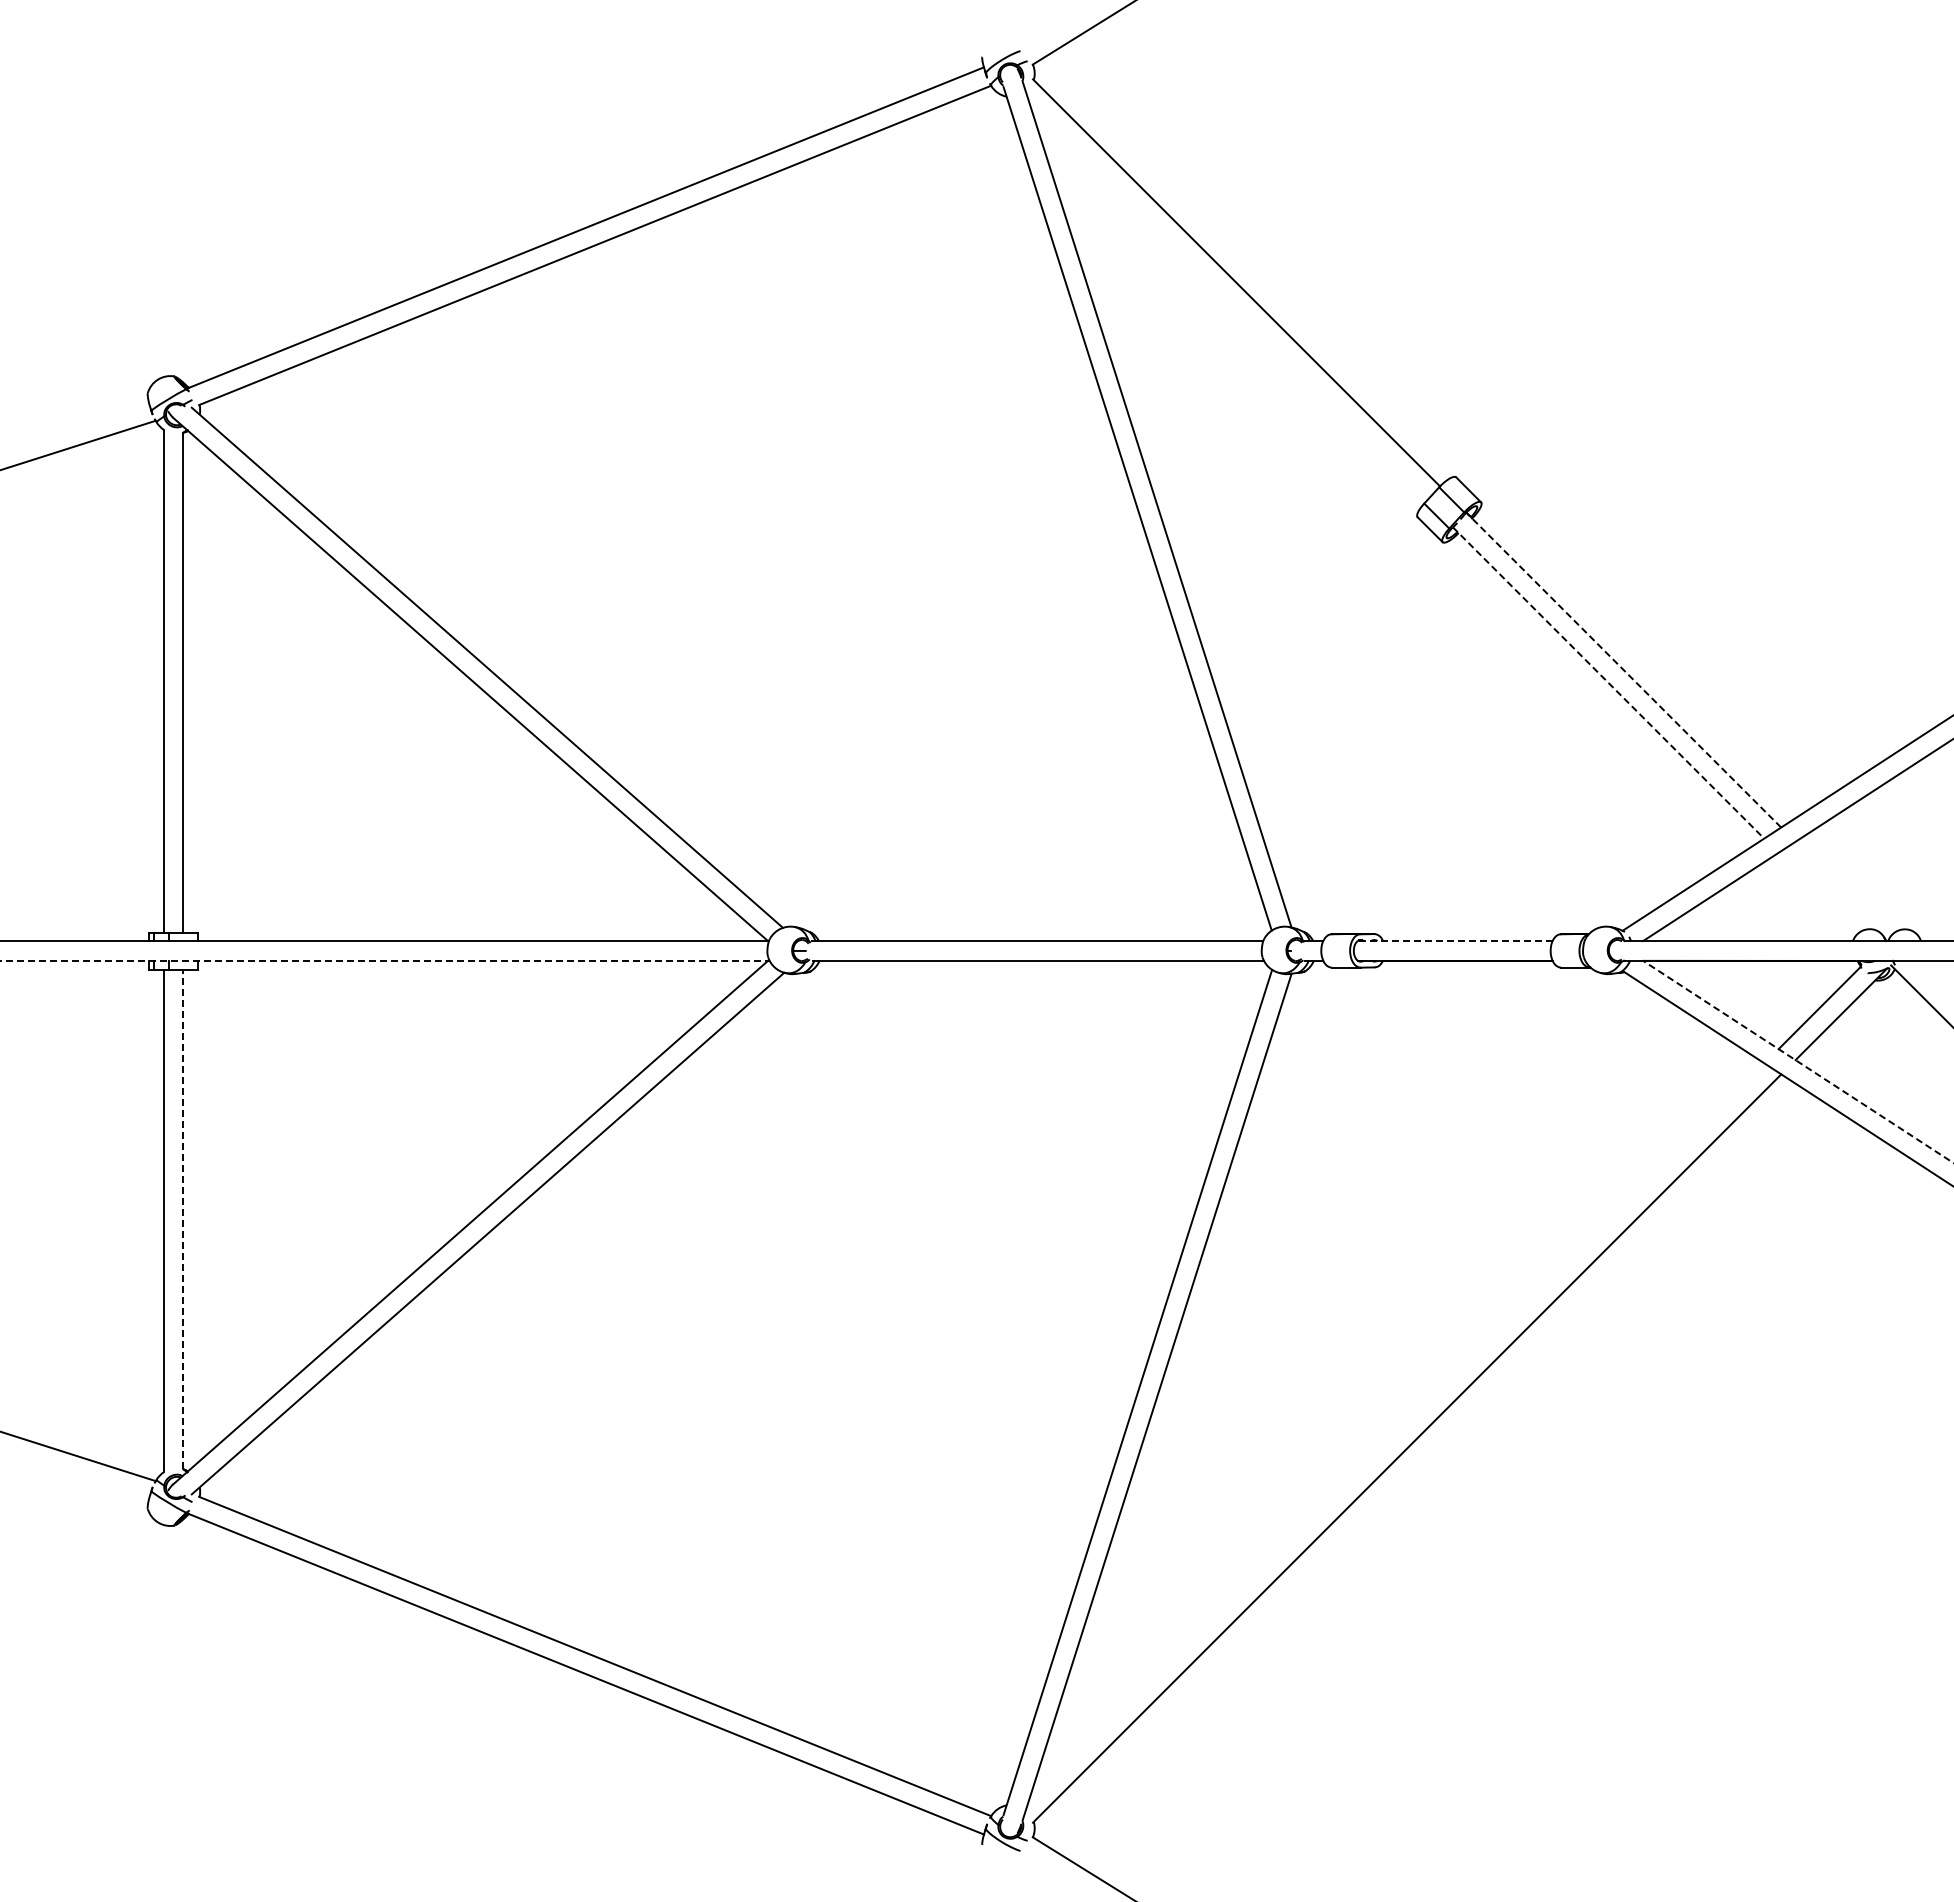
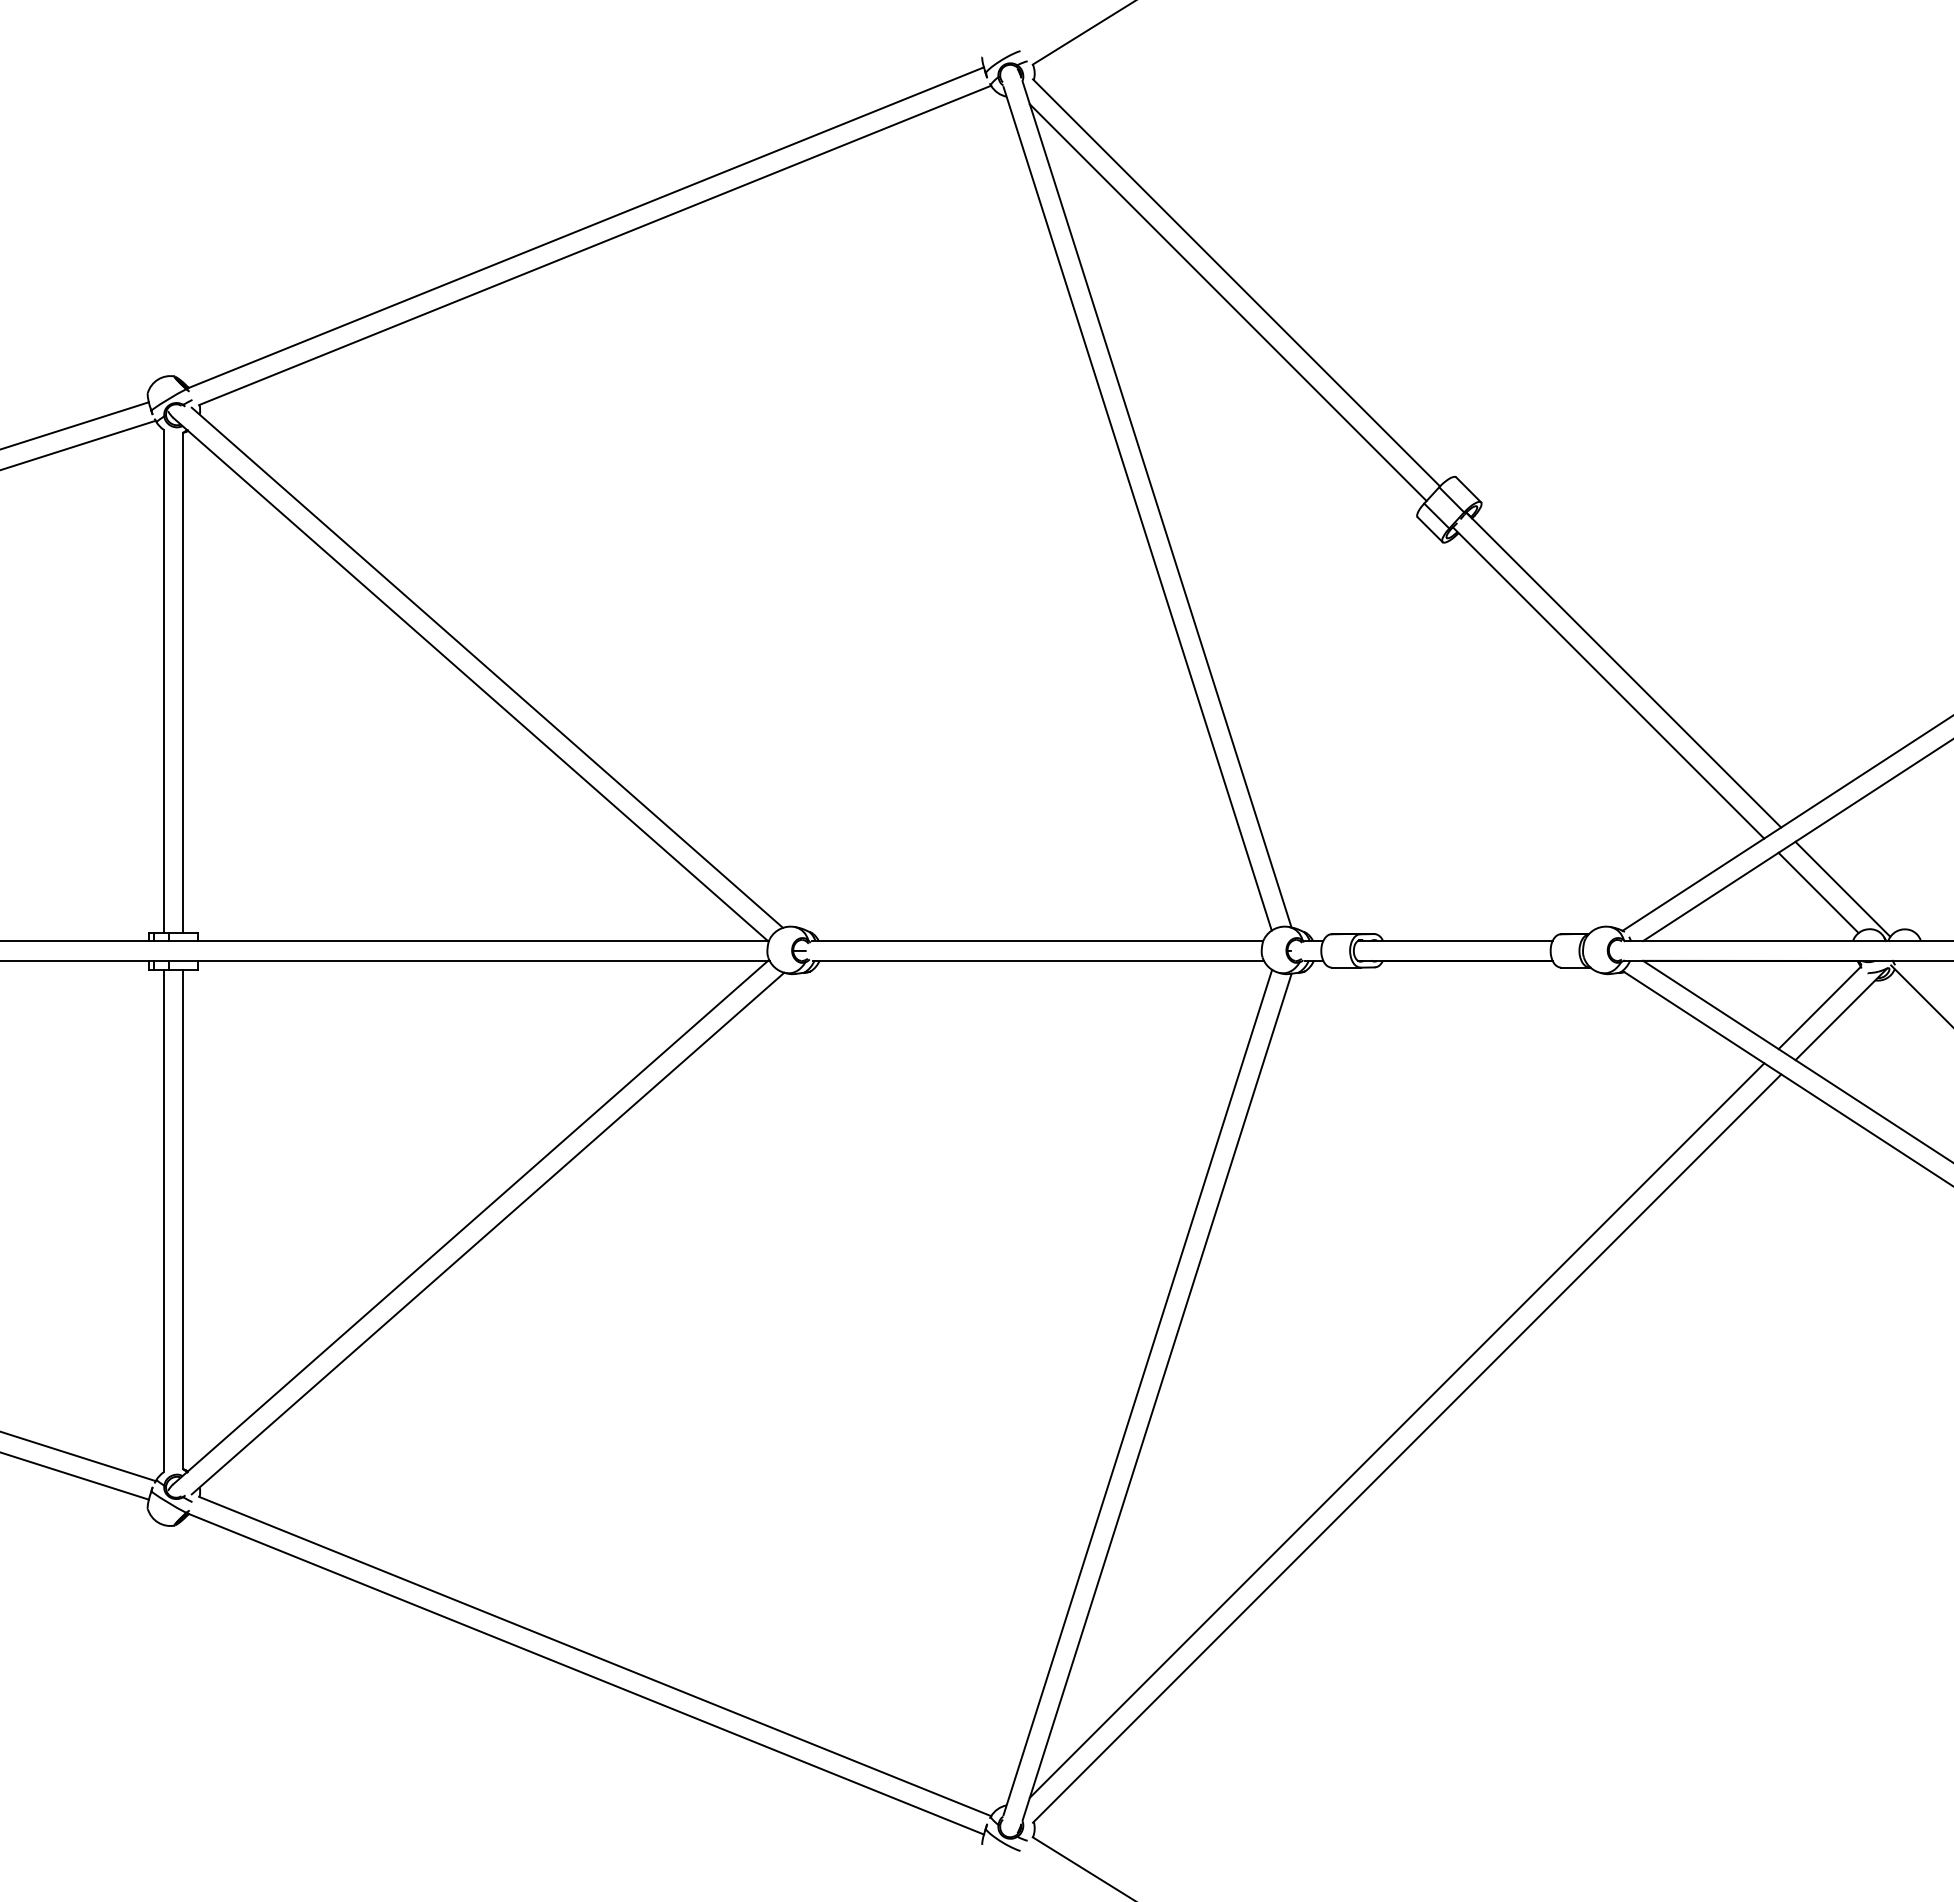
line at (1227, 302): none -> present
line at (75, 425): none -> present
line at (1623, 670): dashed -> solid
line at (1608, 683): dashed -> solid
line at (1842, 888): none -> present
line at (1818, 892): none -> present
line at (1454, 941): dashed -> solid
line at (385, 960): dashed -> solid
line at (1797, 1061): dashed -> solid
line at (183, 1219): dashed -> solid
line at (1396, 1430): none -> present
line at (75, 1476): none -> present
